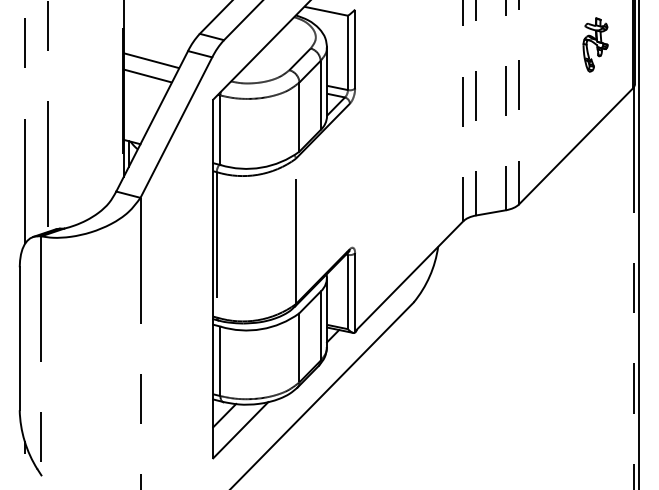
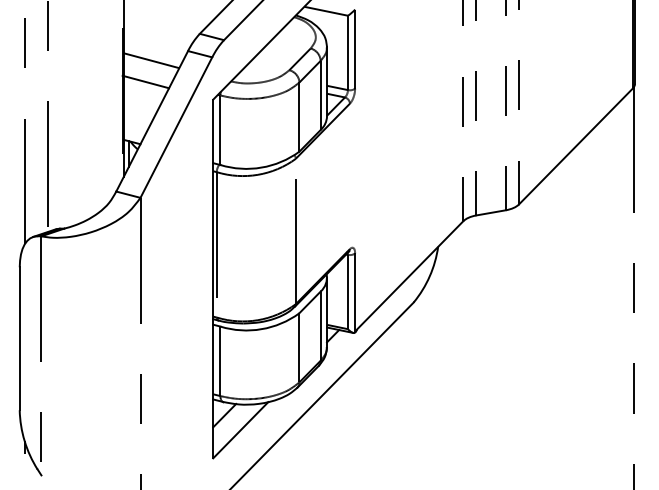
part at (595, 44): present -> none
line at (147, 75) position: (147, 75) -> (145, 81)
line at (639, 244): present -> none
